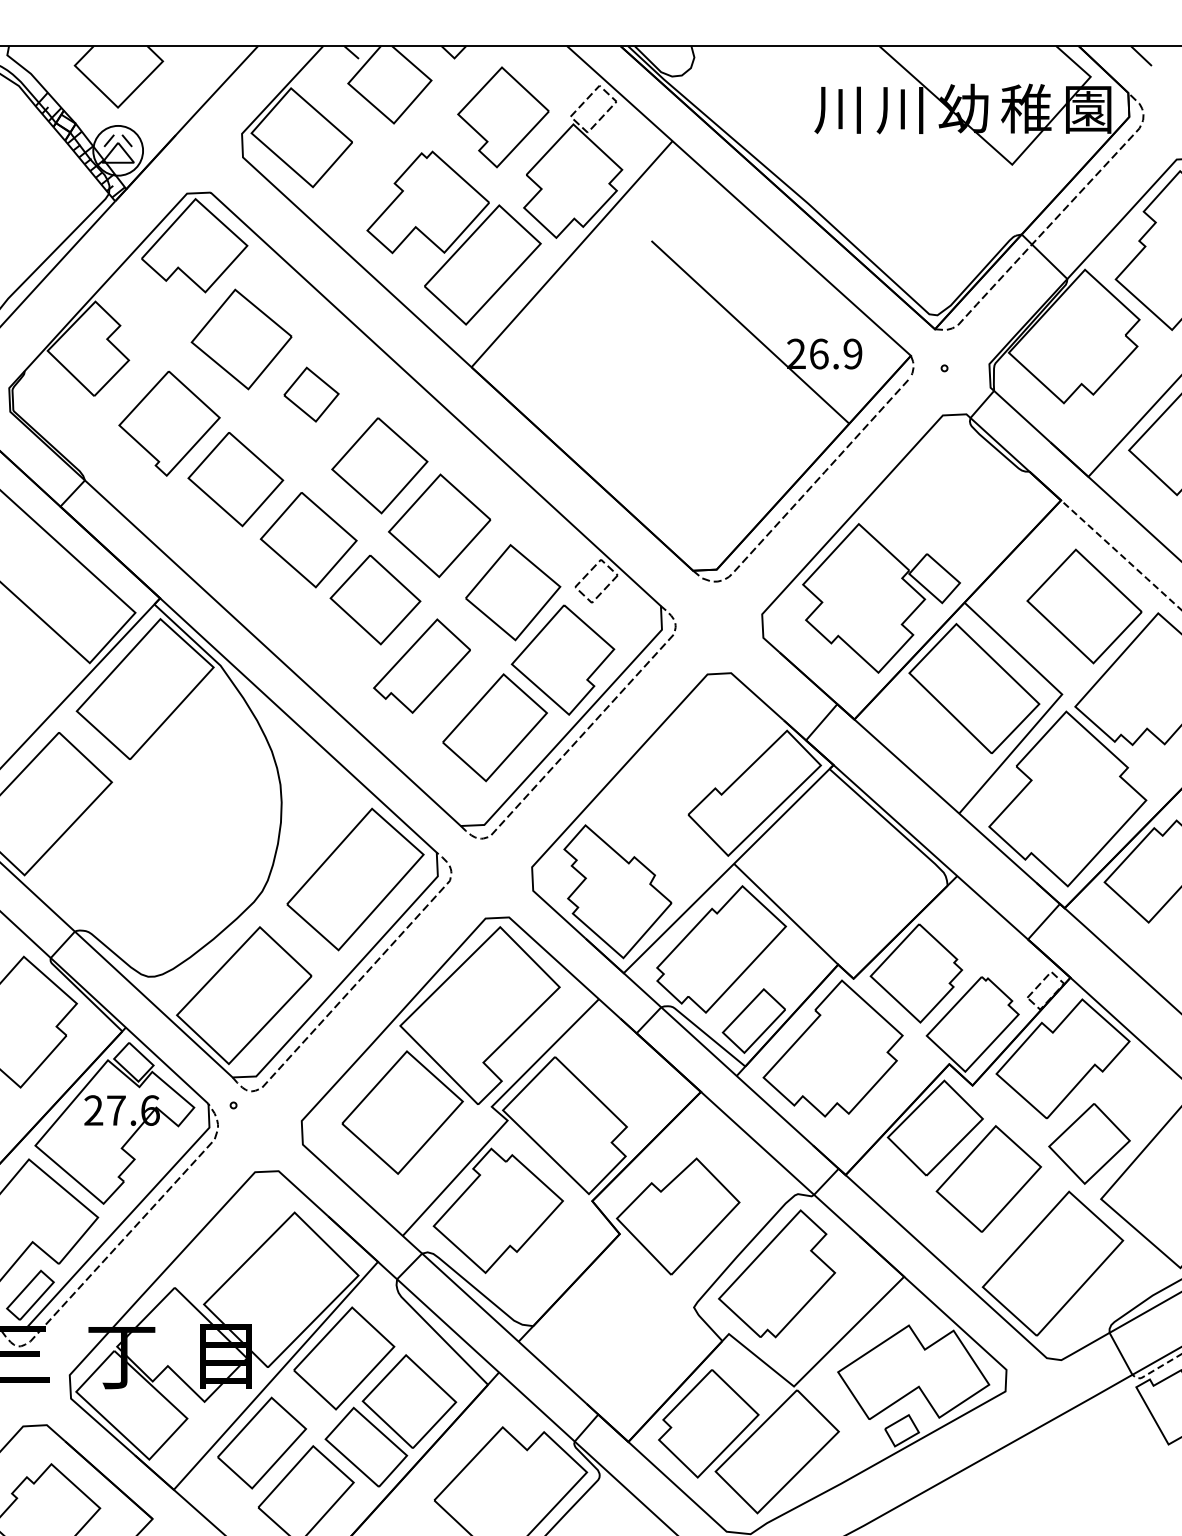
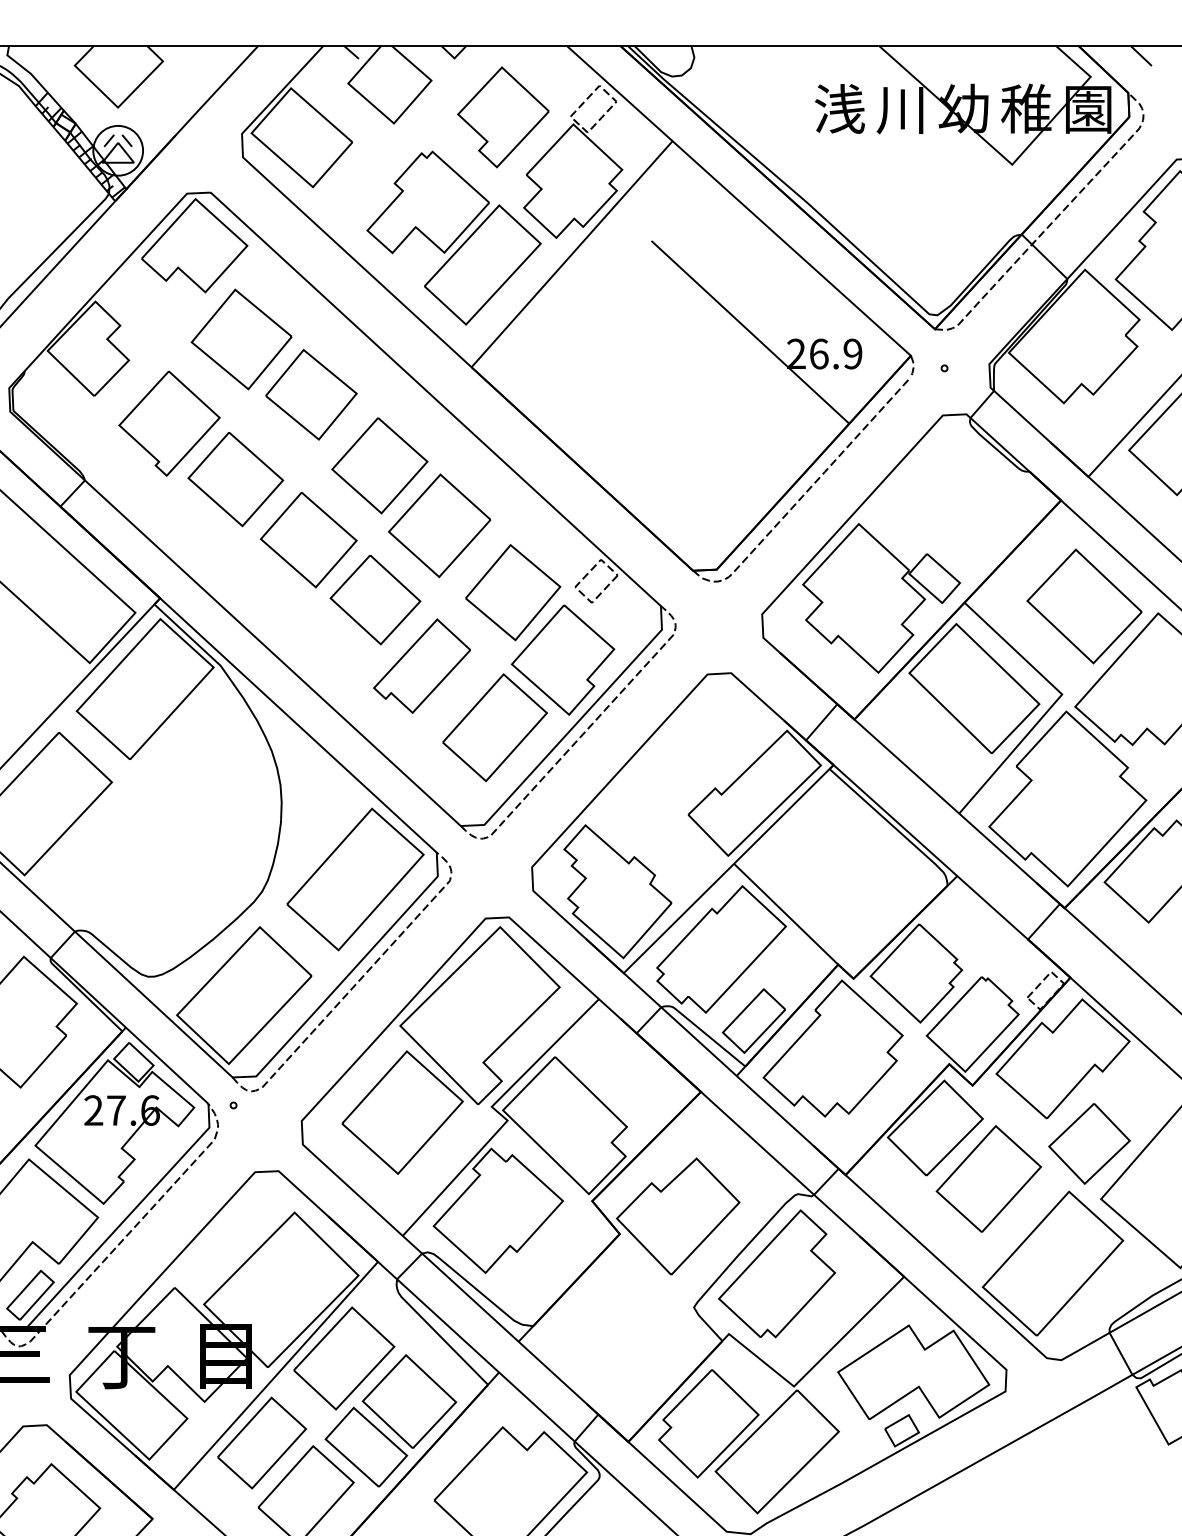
text at (839, 109): 川 -> 浅
part at (311, 394) size: 57x57 px -> 93x93 px
line at (1121, 555): dashed -> solid
line at (1155, 1369): dashed -> solid
